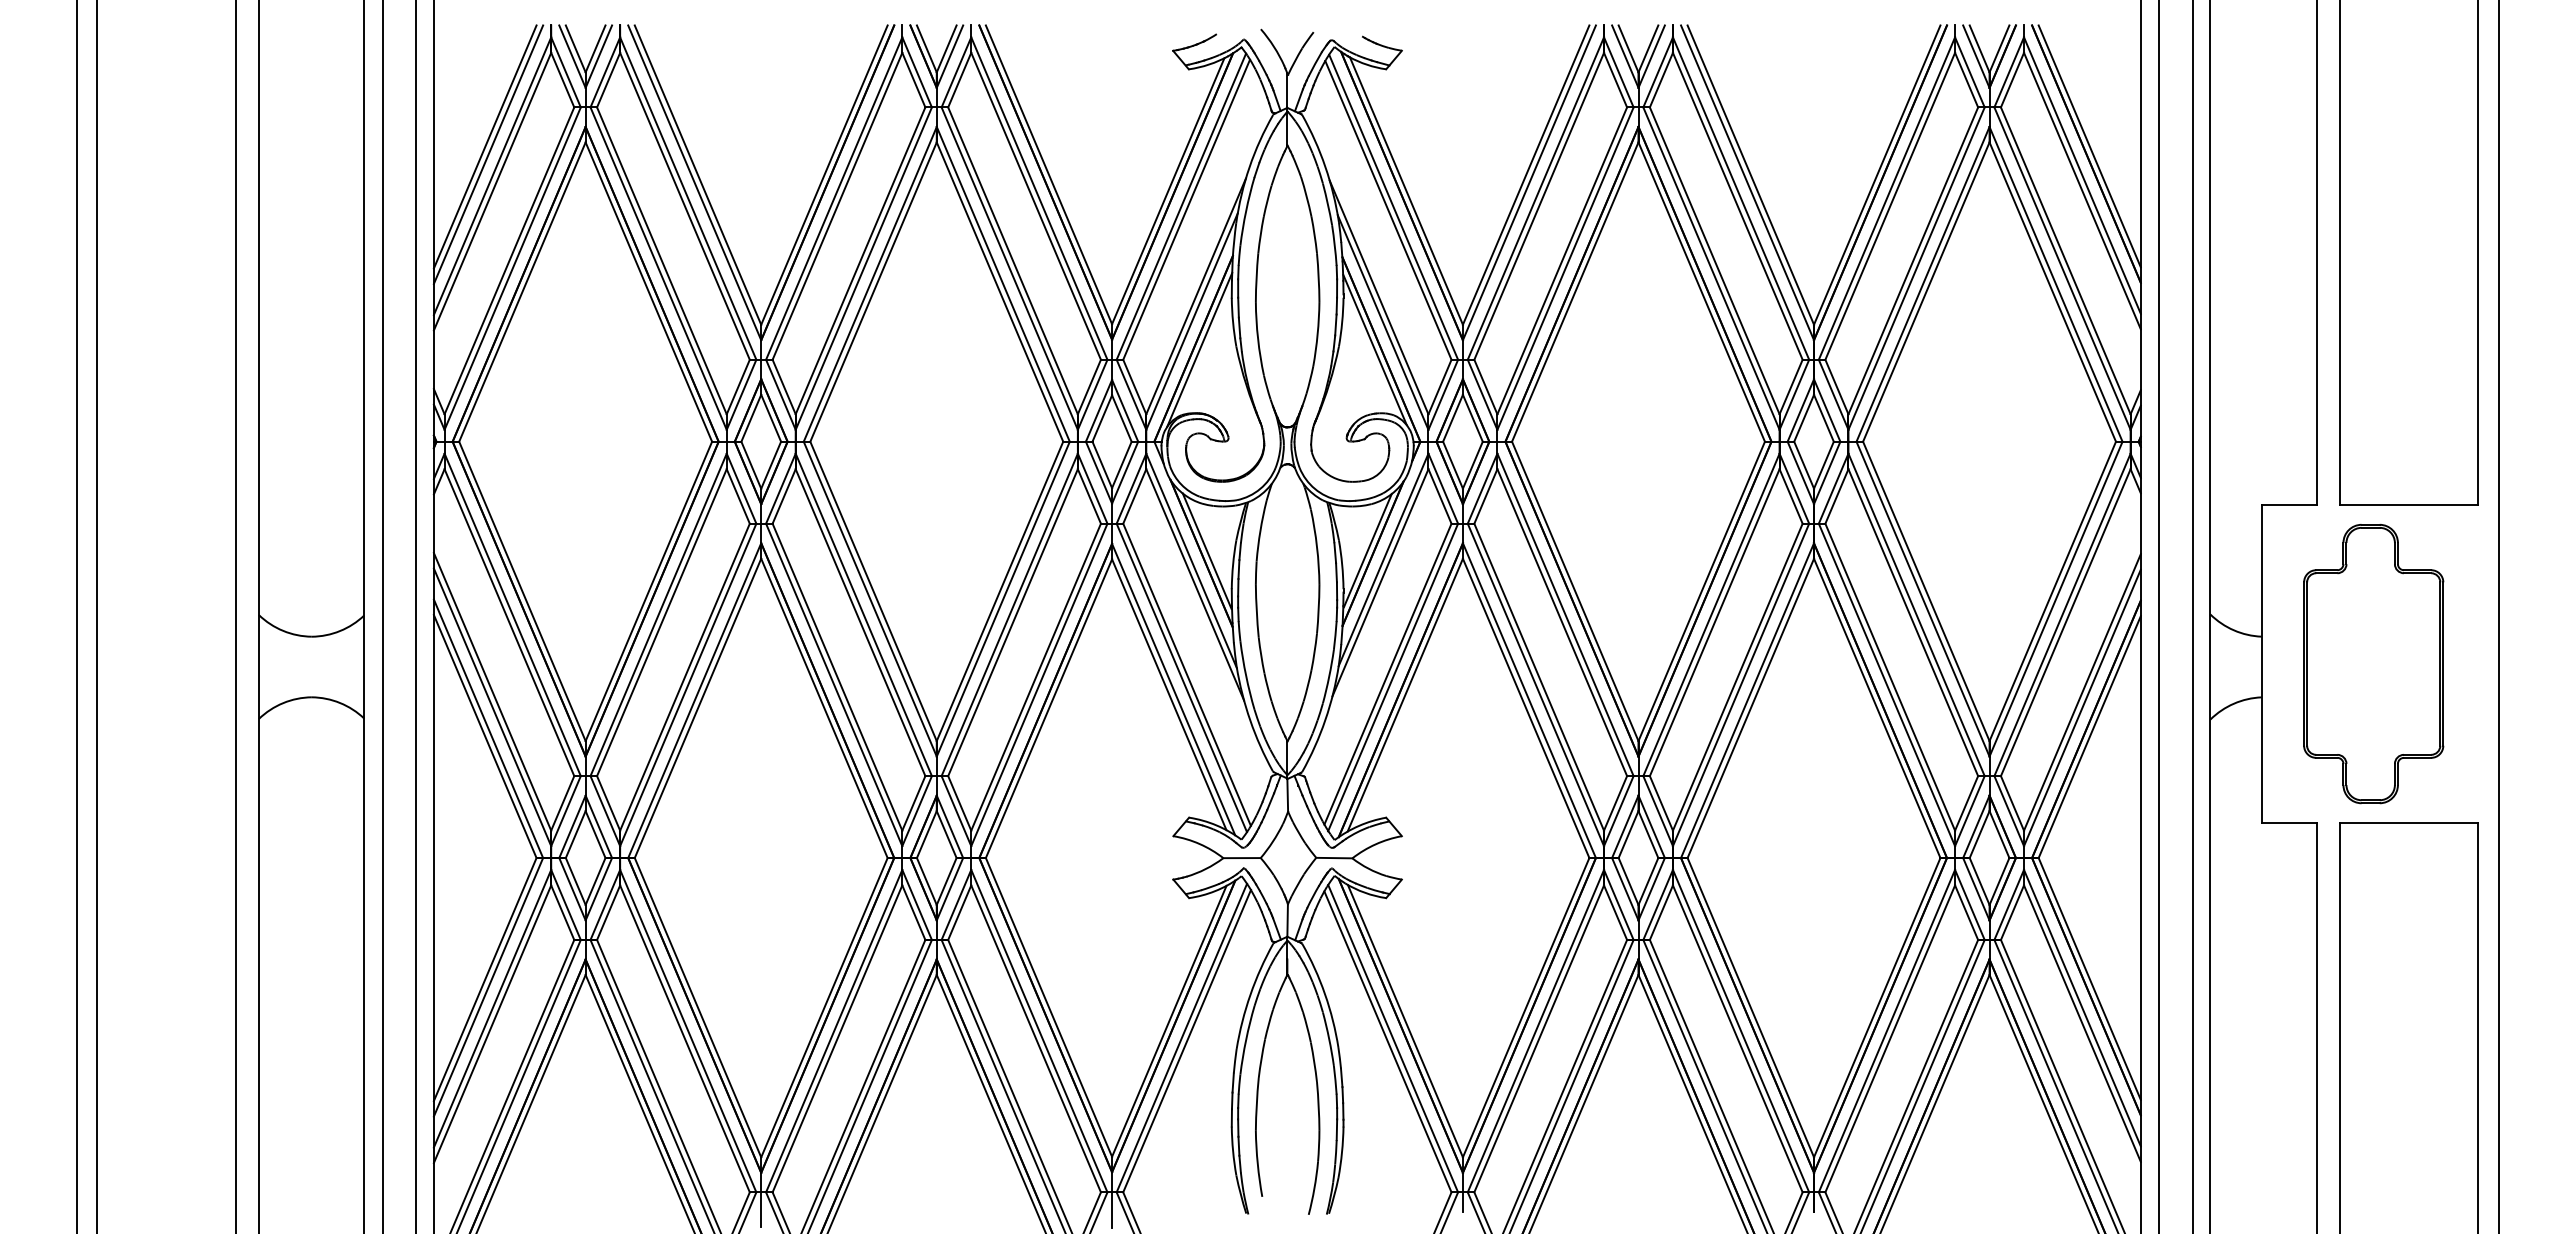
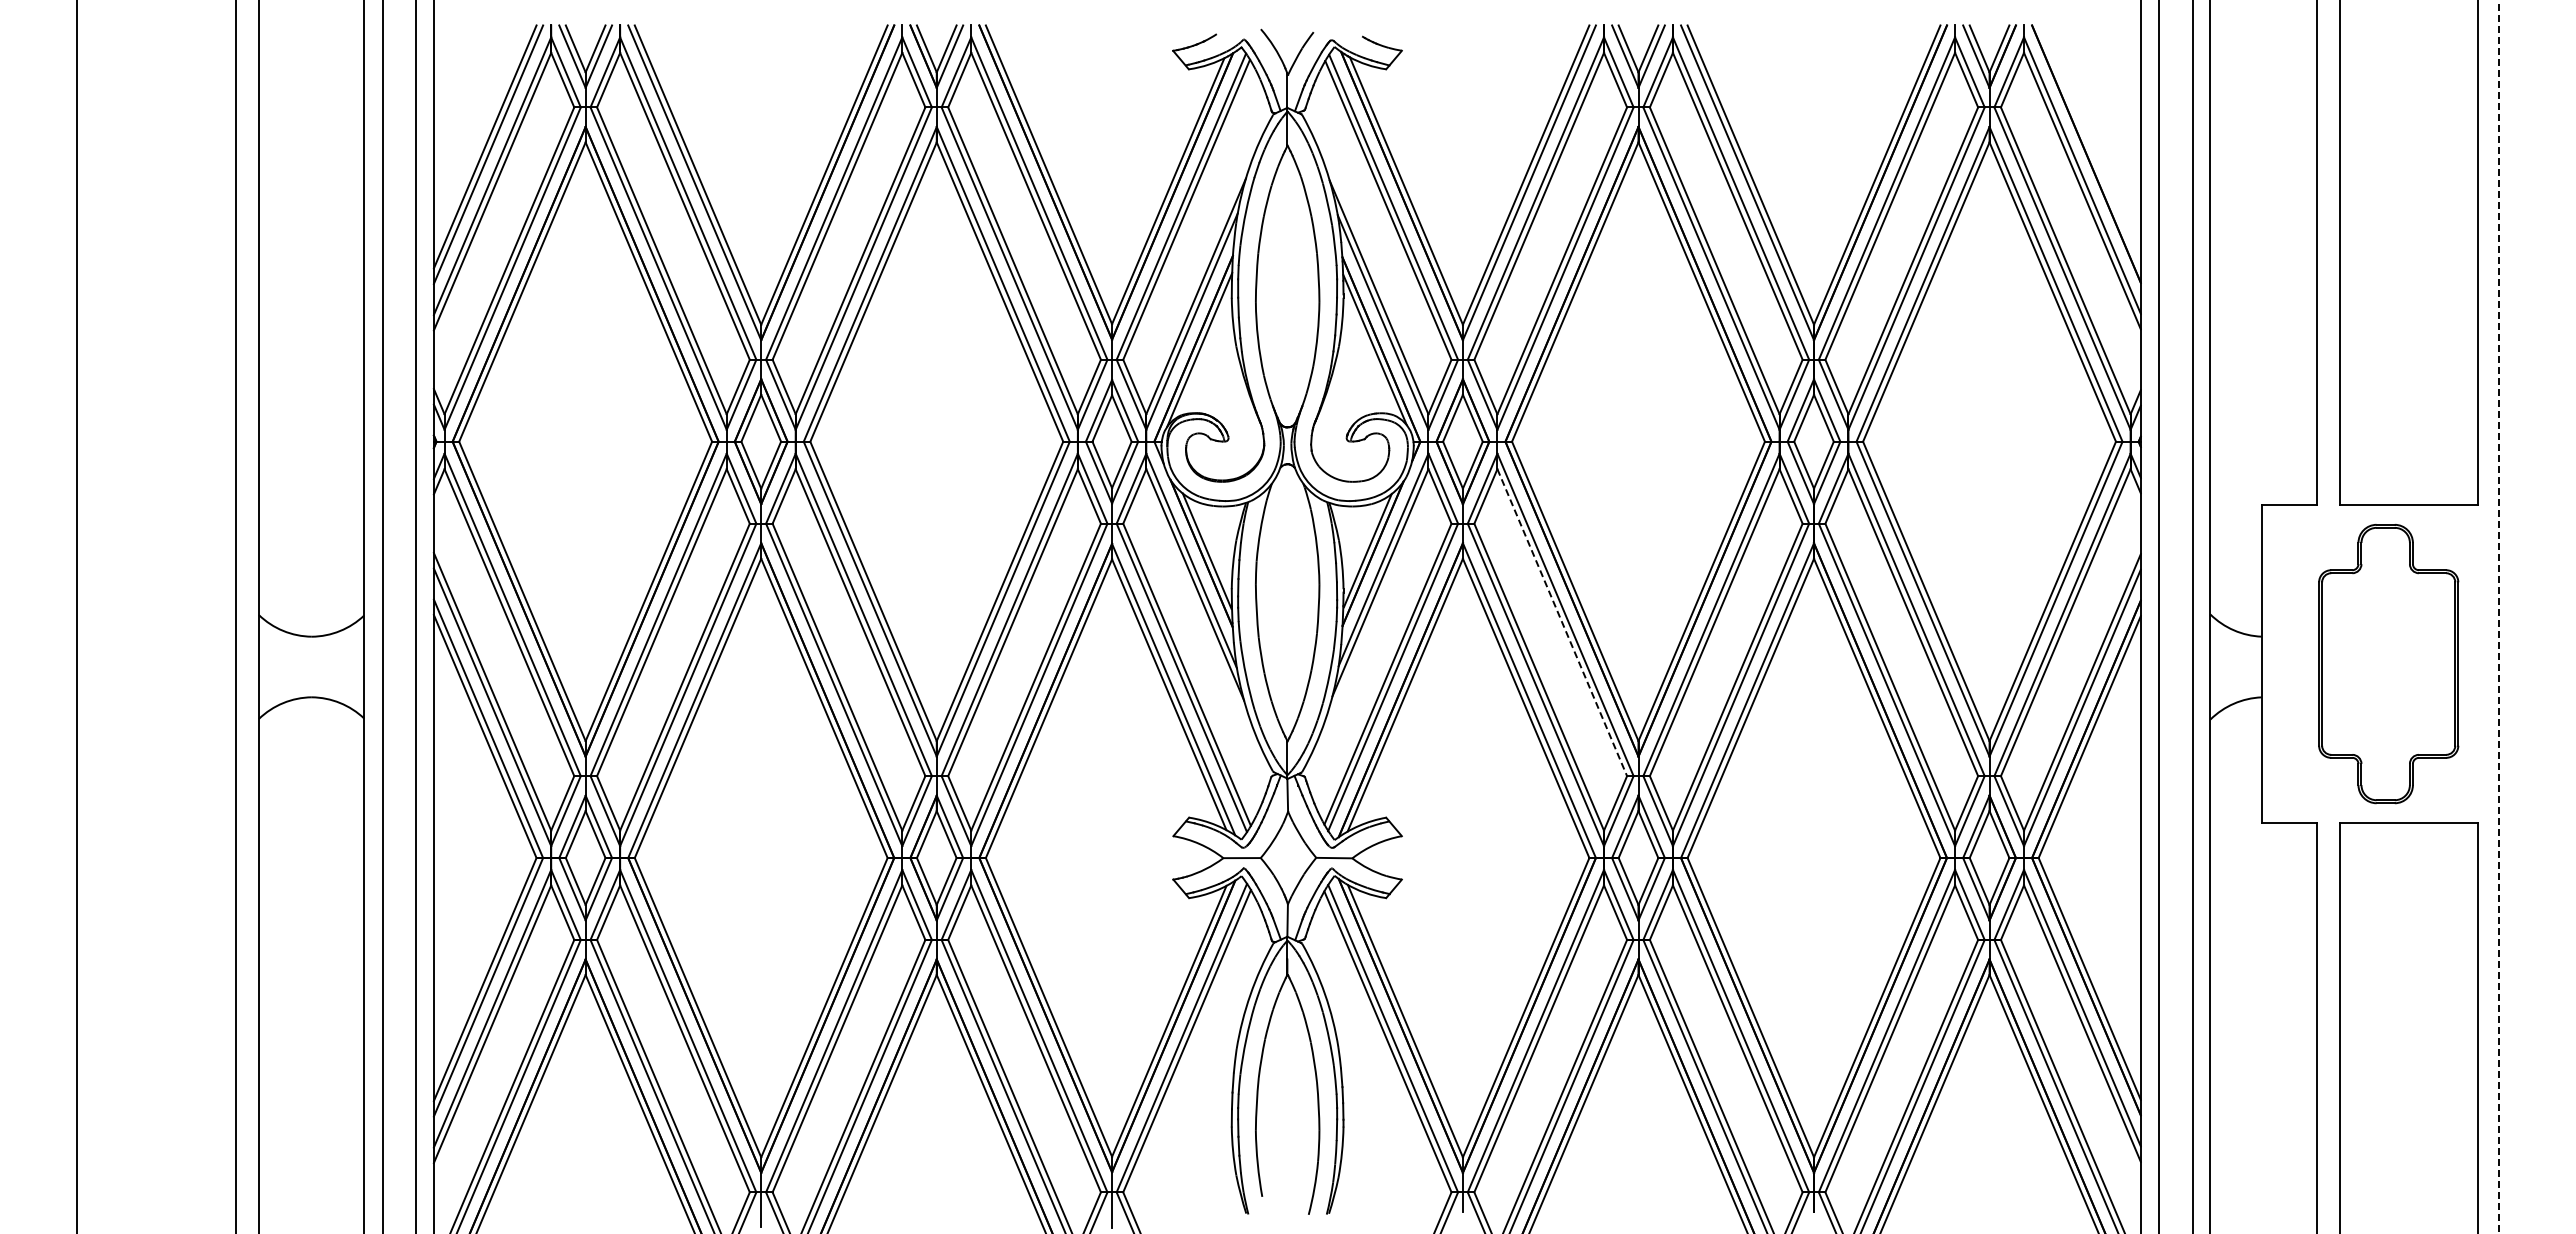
line at (2089, 146): present -> none
line at (97, 616): present -> none
line at (2498, 617): solid -> dashed
line at (1562, 622): solid -> dashed
part at (2373, 664) position: (2373, 664) -> (2388, 664)
